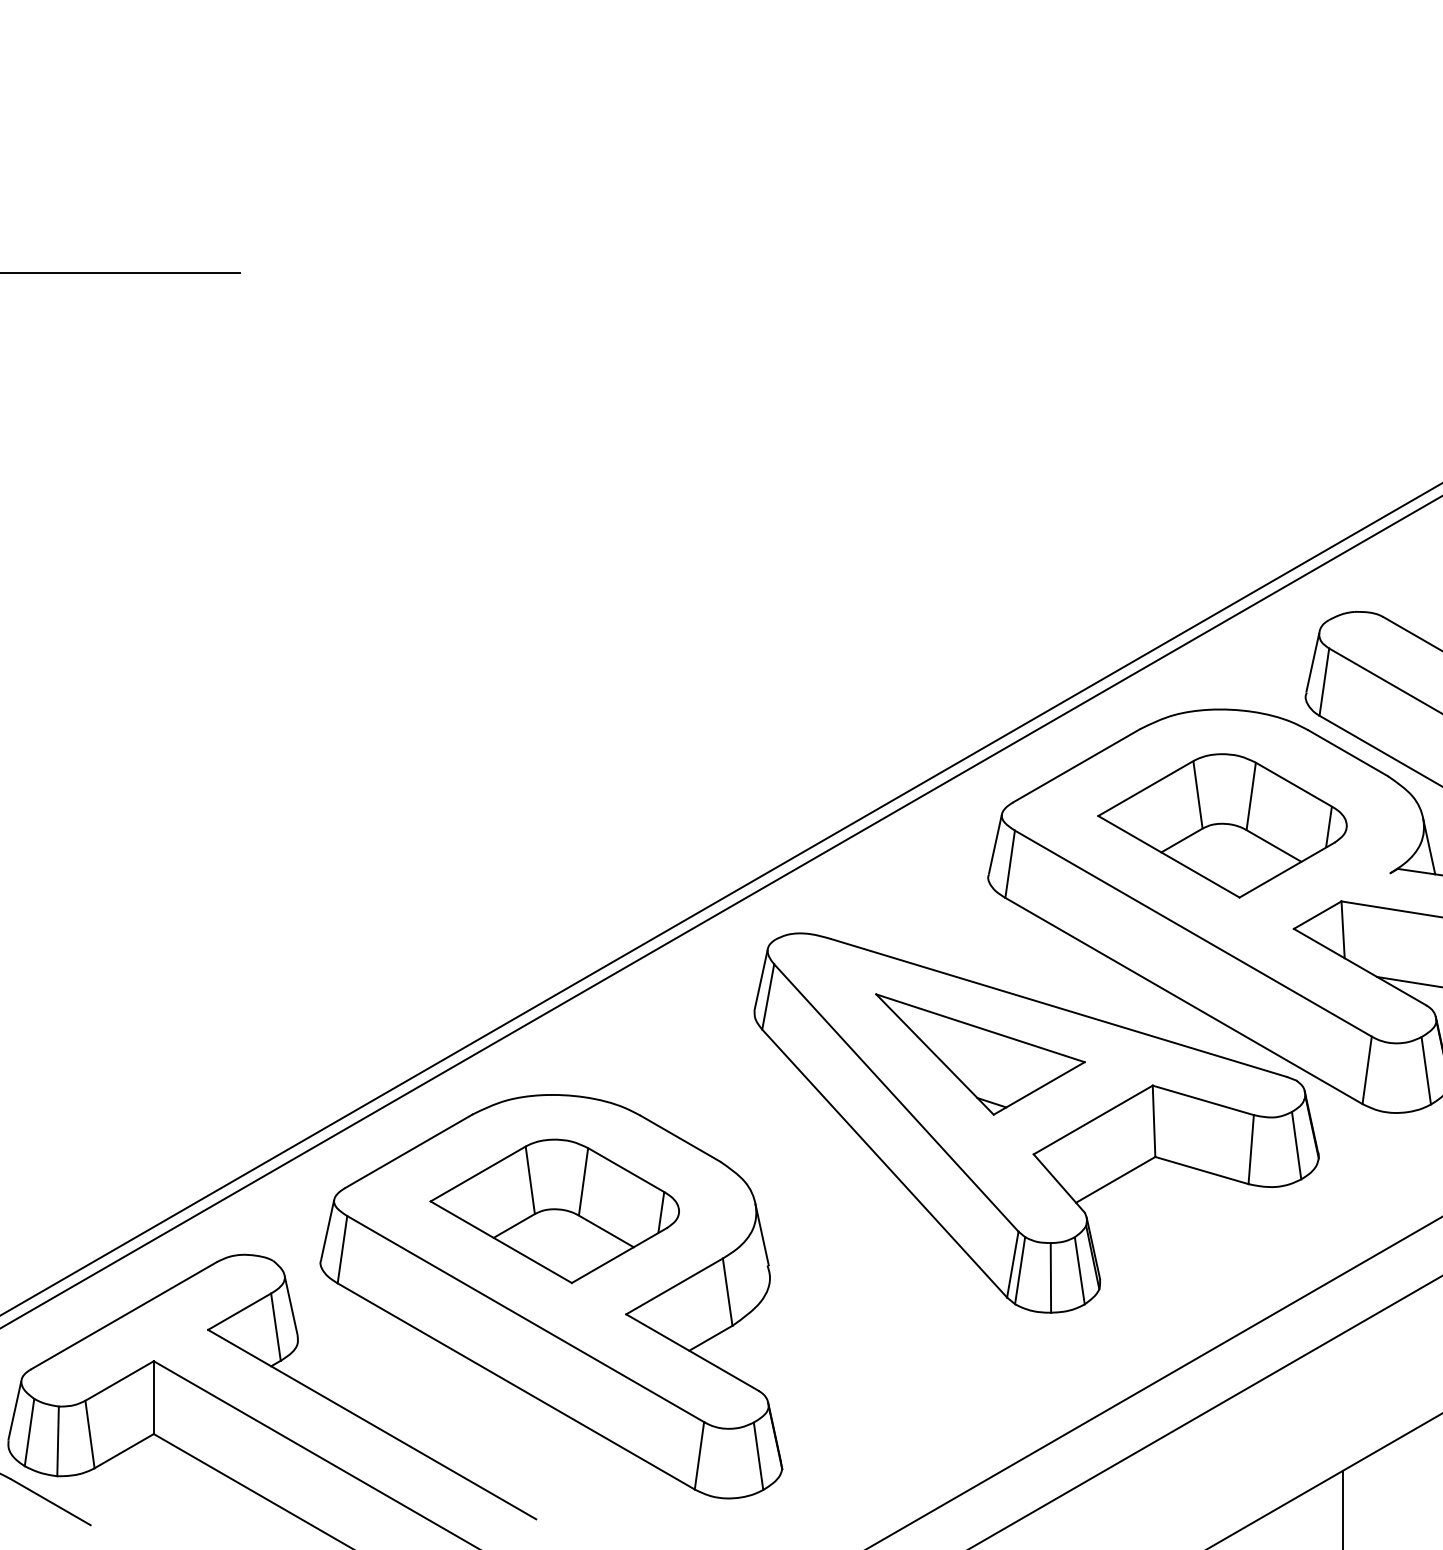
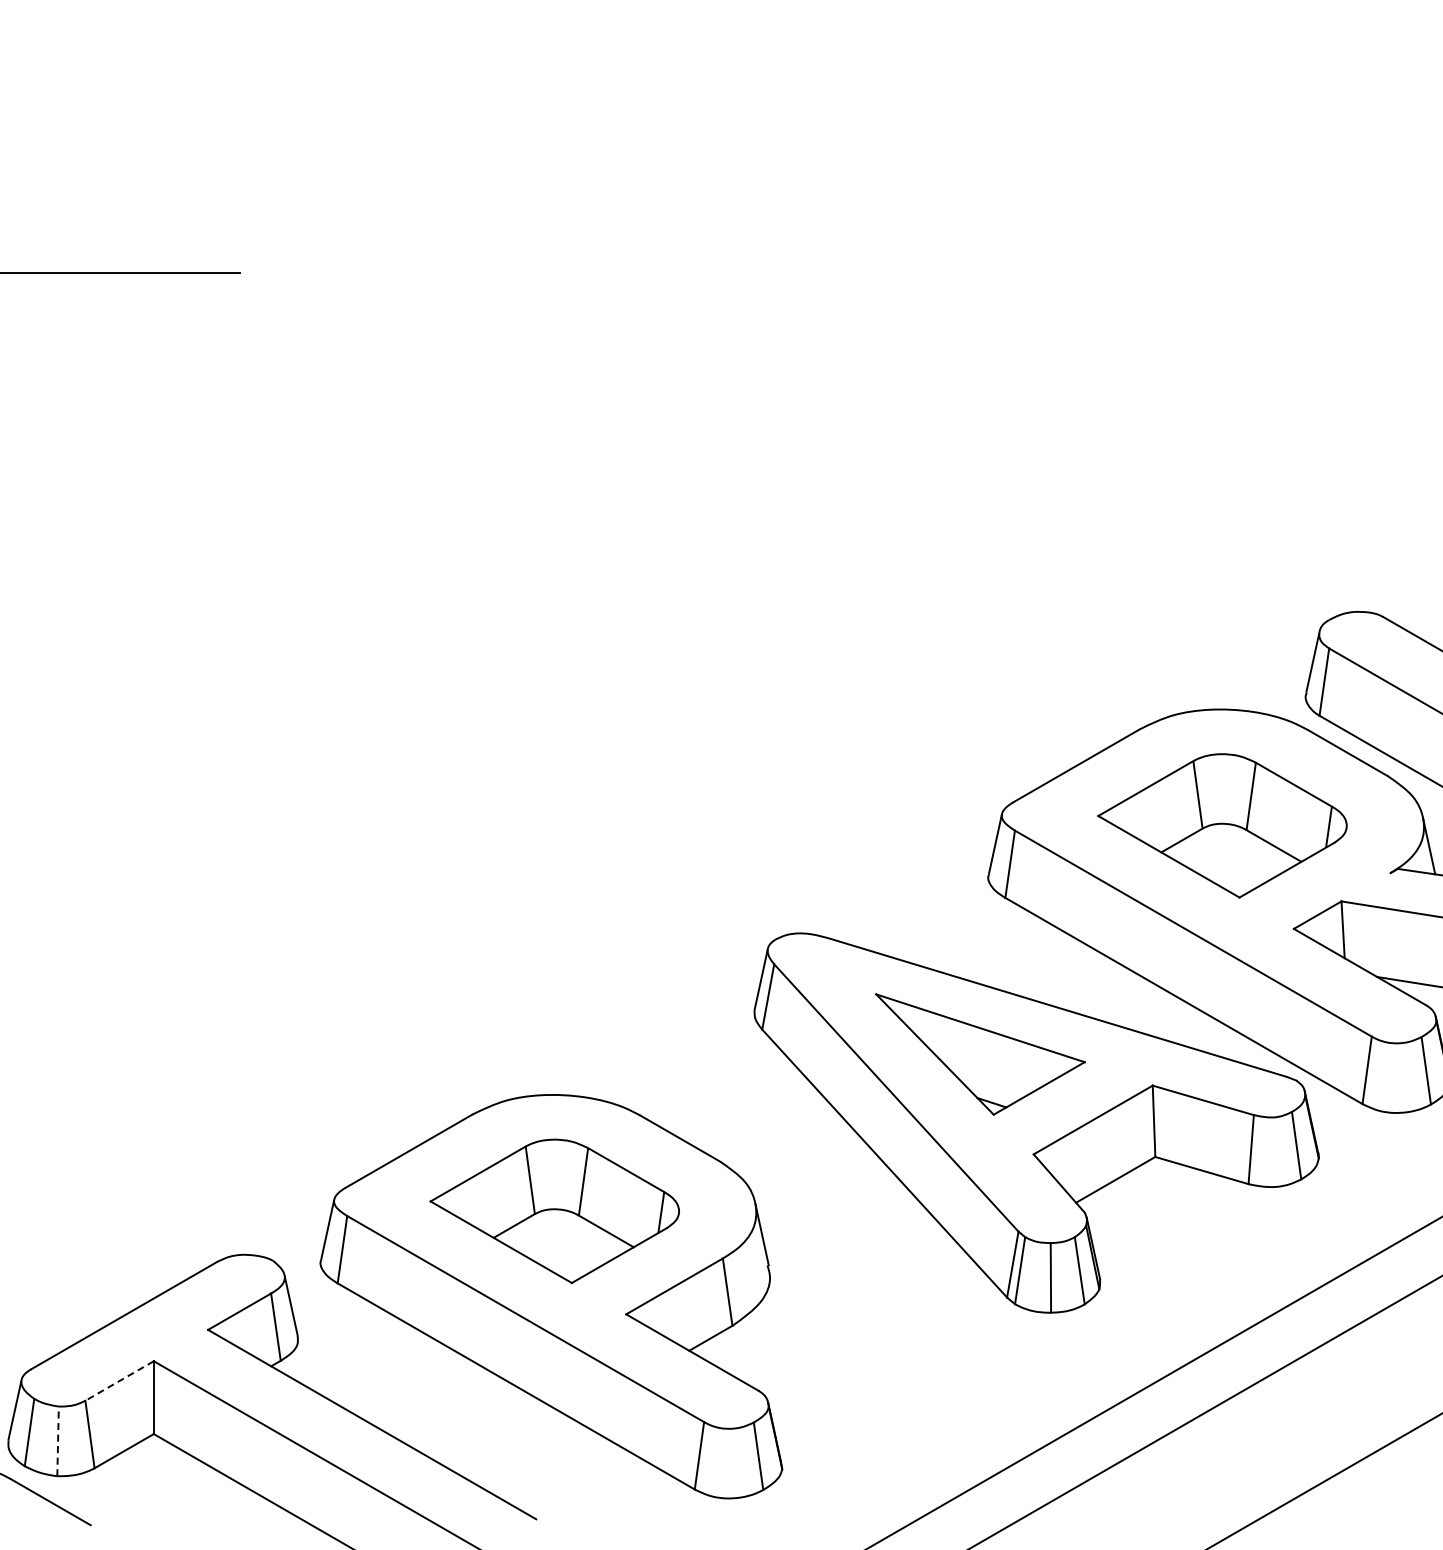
line at (720, 899): present -> none
line at (720, 912): present -> none
line at (119, 1381): solid -> dashed
line at (58, 1441): solid -> dashed
line at (1342, 1508): present -> none
